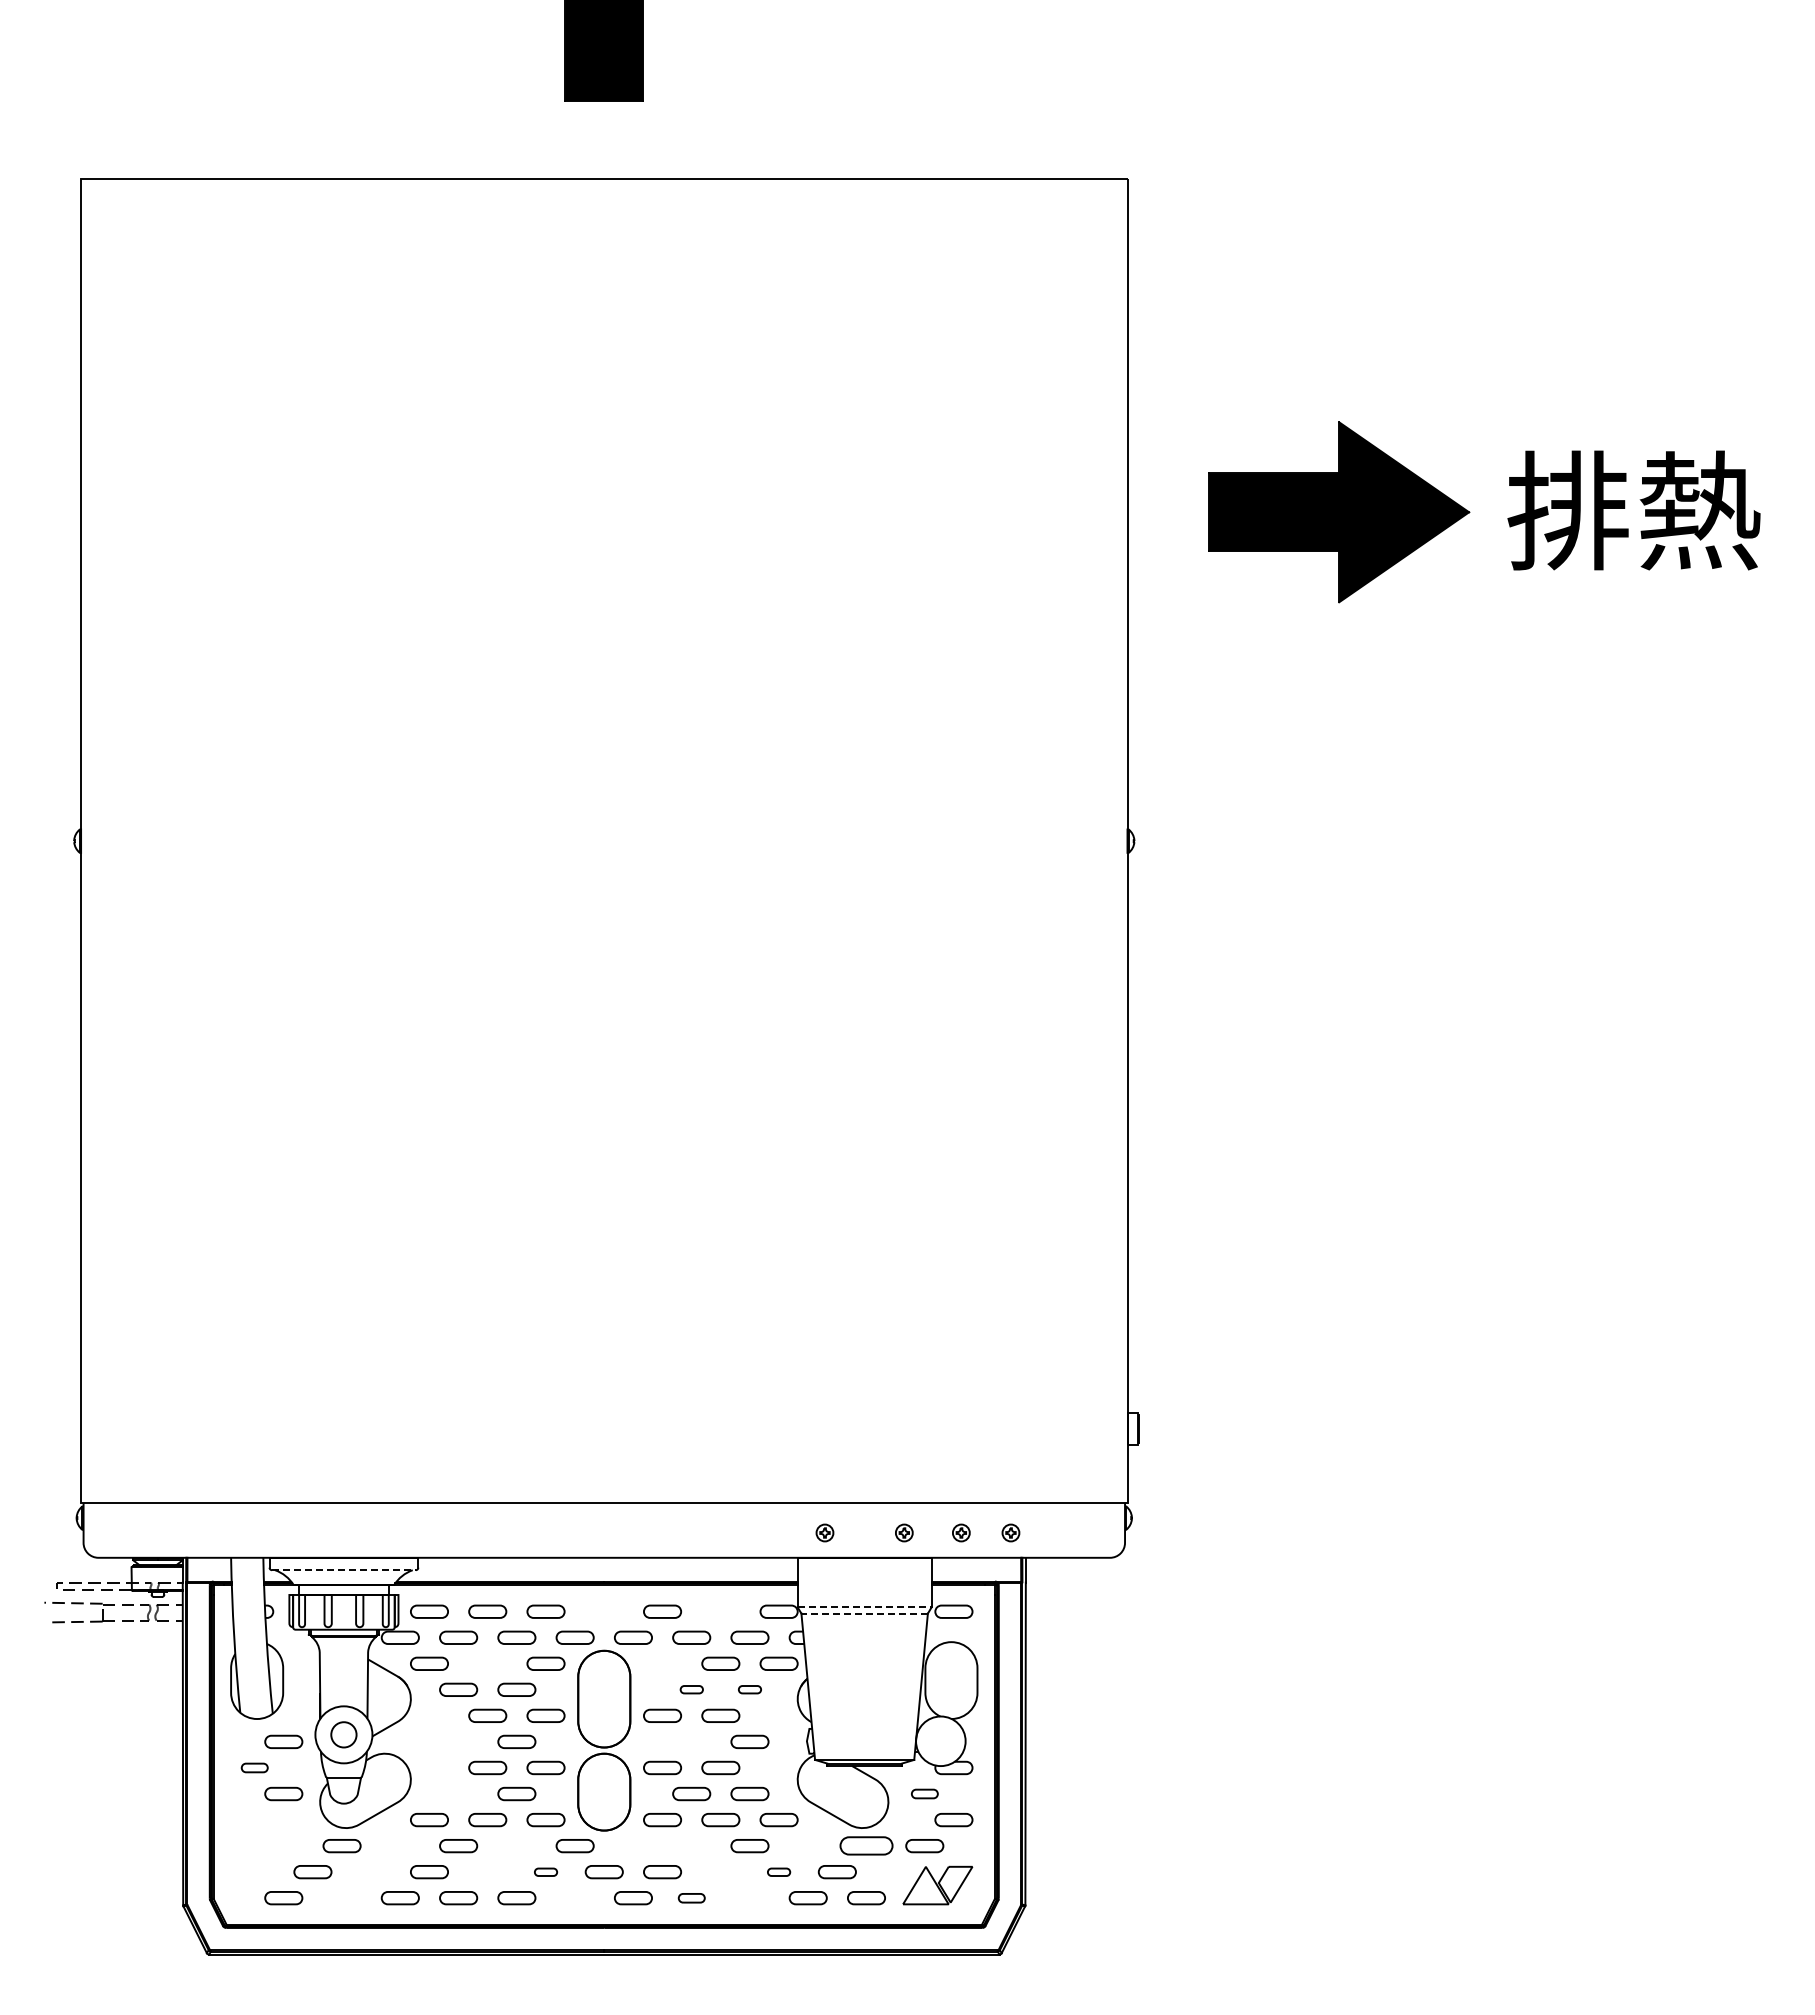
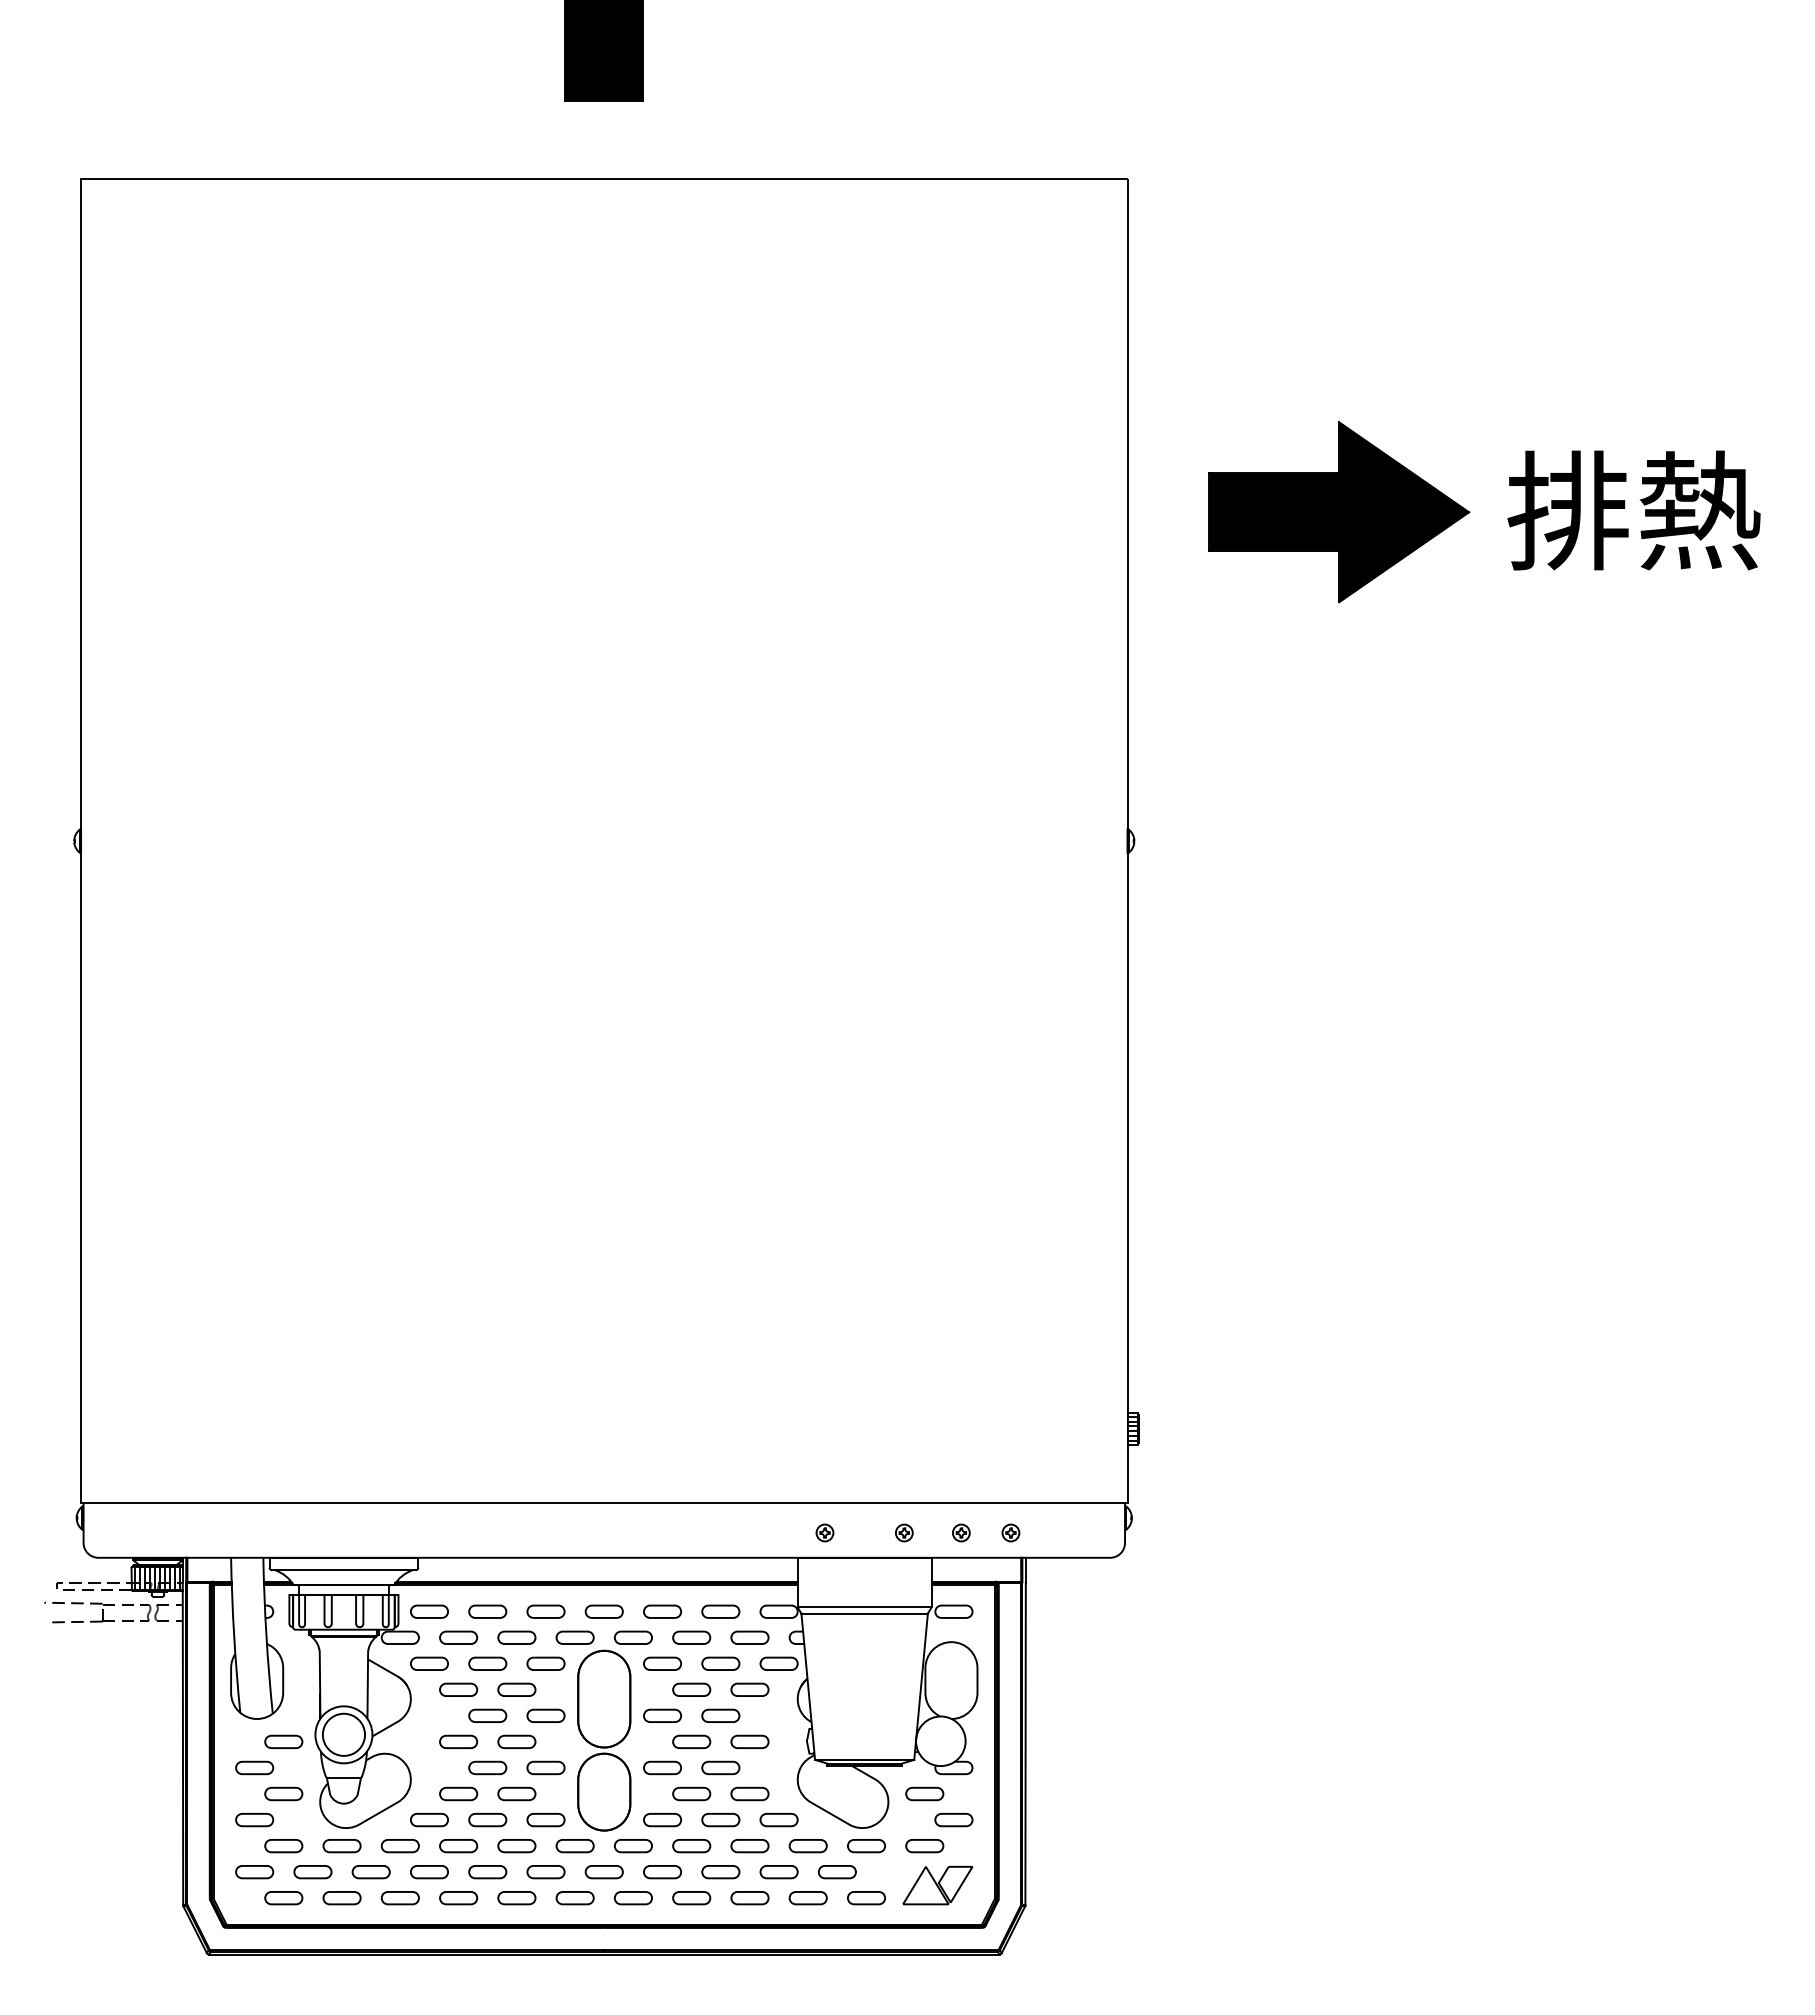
hatch at (1132, 1428): none -> present
line at (343, 1570): dashed -> solid
hatch at (157, 1578): none -> present
line at (864, 1607): dashed -> solid
part at (603, 1611): none -> present
part at (720, 1611): none -> present
line at (864, 1613): dashed -> solid
part at (487, 1663): none -> present
part at (662, 1663): none -> present
part at (691, 1689) size: 25x10 px -> 40x15 px
part at (749, 1689) size: 24x10 px -> 40x15 px
circle at (343, 1734) diameter: 25 px -> 42 px
part at (458, 1741): none -> present
part at (691, 1741): none -> present
part at (254, 1767) size: 29x12 px -> 40x16 px
part at (458, 1793): none -> present
part at (924, 1793) size: 28x12 px -> 40x16 px
part at (254, 1820): none -> present
part at (866, 1845) size: 55x20 px -> 39x15 px
part at (283, 1846): none -> present
part at (399, 1846): none -> present
part at (516, 1846): none -> present
part at (633, 1846): none -> present
part at (691, 1846): none -> present
part at (807, 1846): none -> present
part at (546, 1871) size: 25x10 px -> 40x15 px
part at (779, 1871) size: 25x10 px -> 40x15 px
part at (254, 1872): none -> present
part at (370, 1872): none -> present
part at (487, 1872): none -> present
part at (720, 1872): none -> present
part at (341, 1898): none -> present
part at (574, 1898): none -> present
part at (691, 1898) size: 29x11 px -> 40x15 px
part at (749, 1898): none -> present
